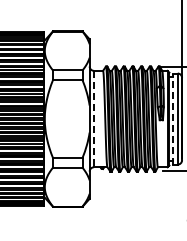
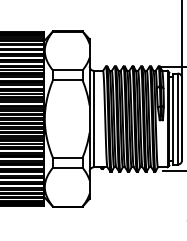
line at (94, 119): dashed -> solid
line at (173, 119): dashed -> solid
